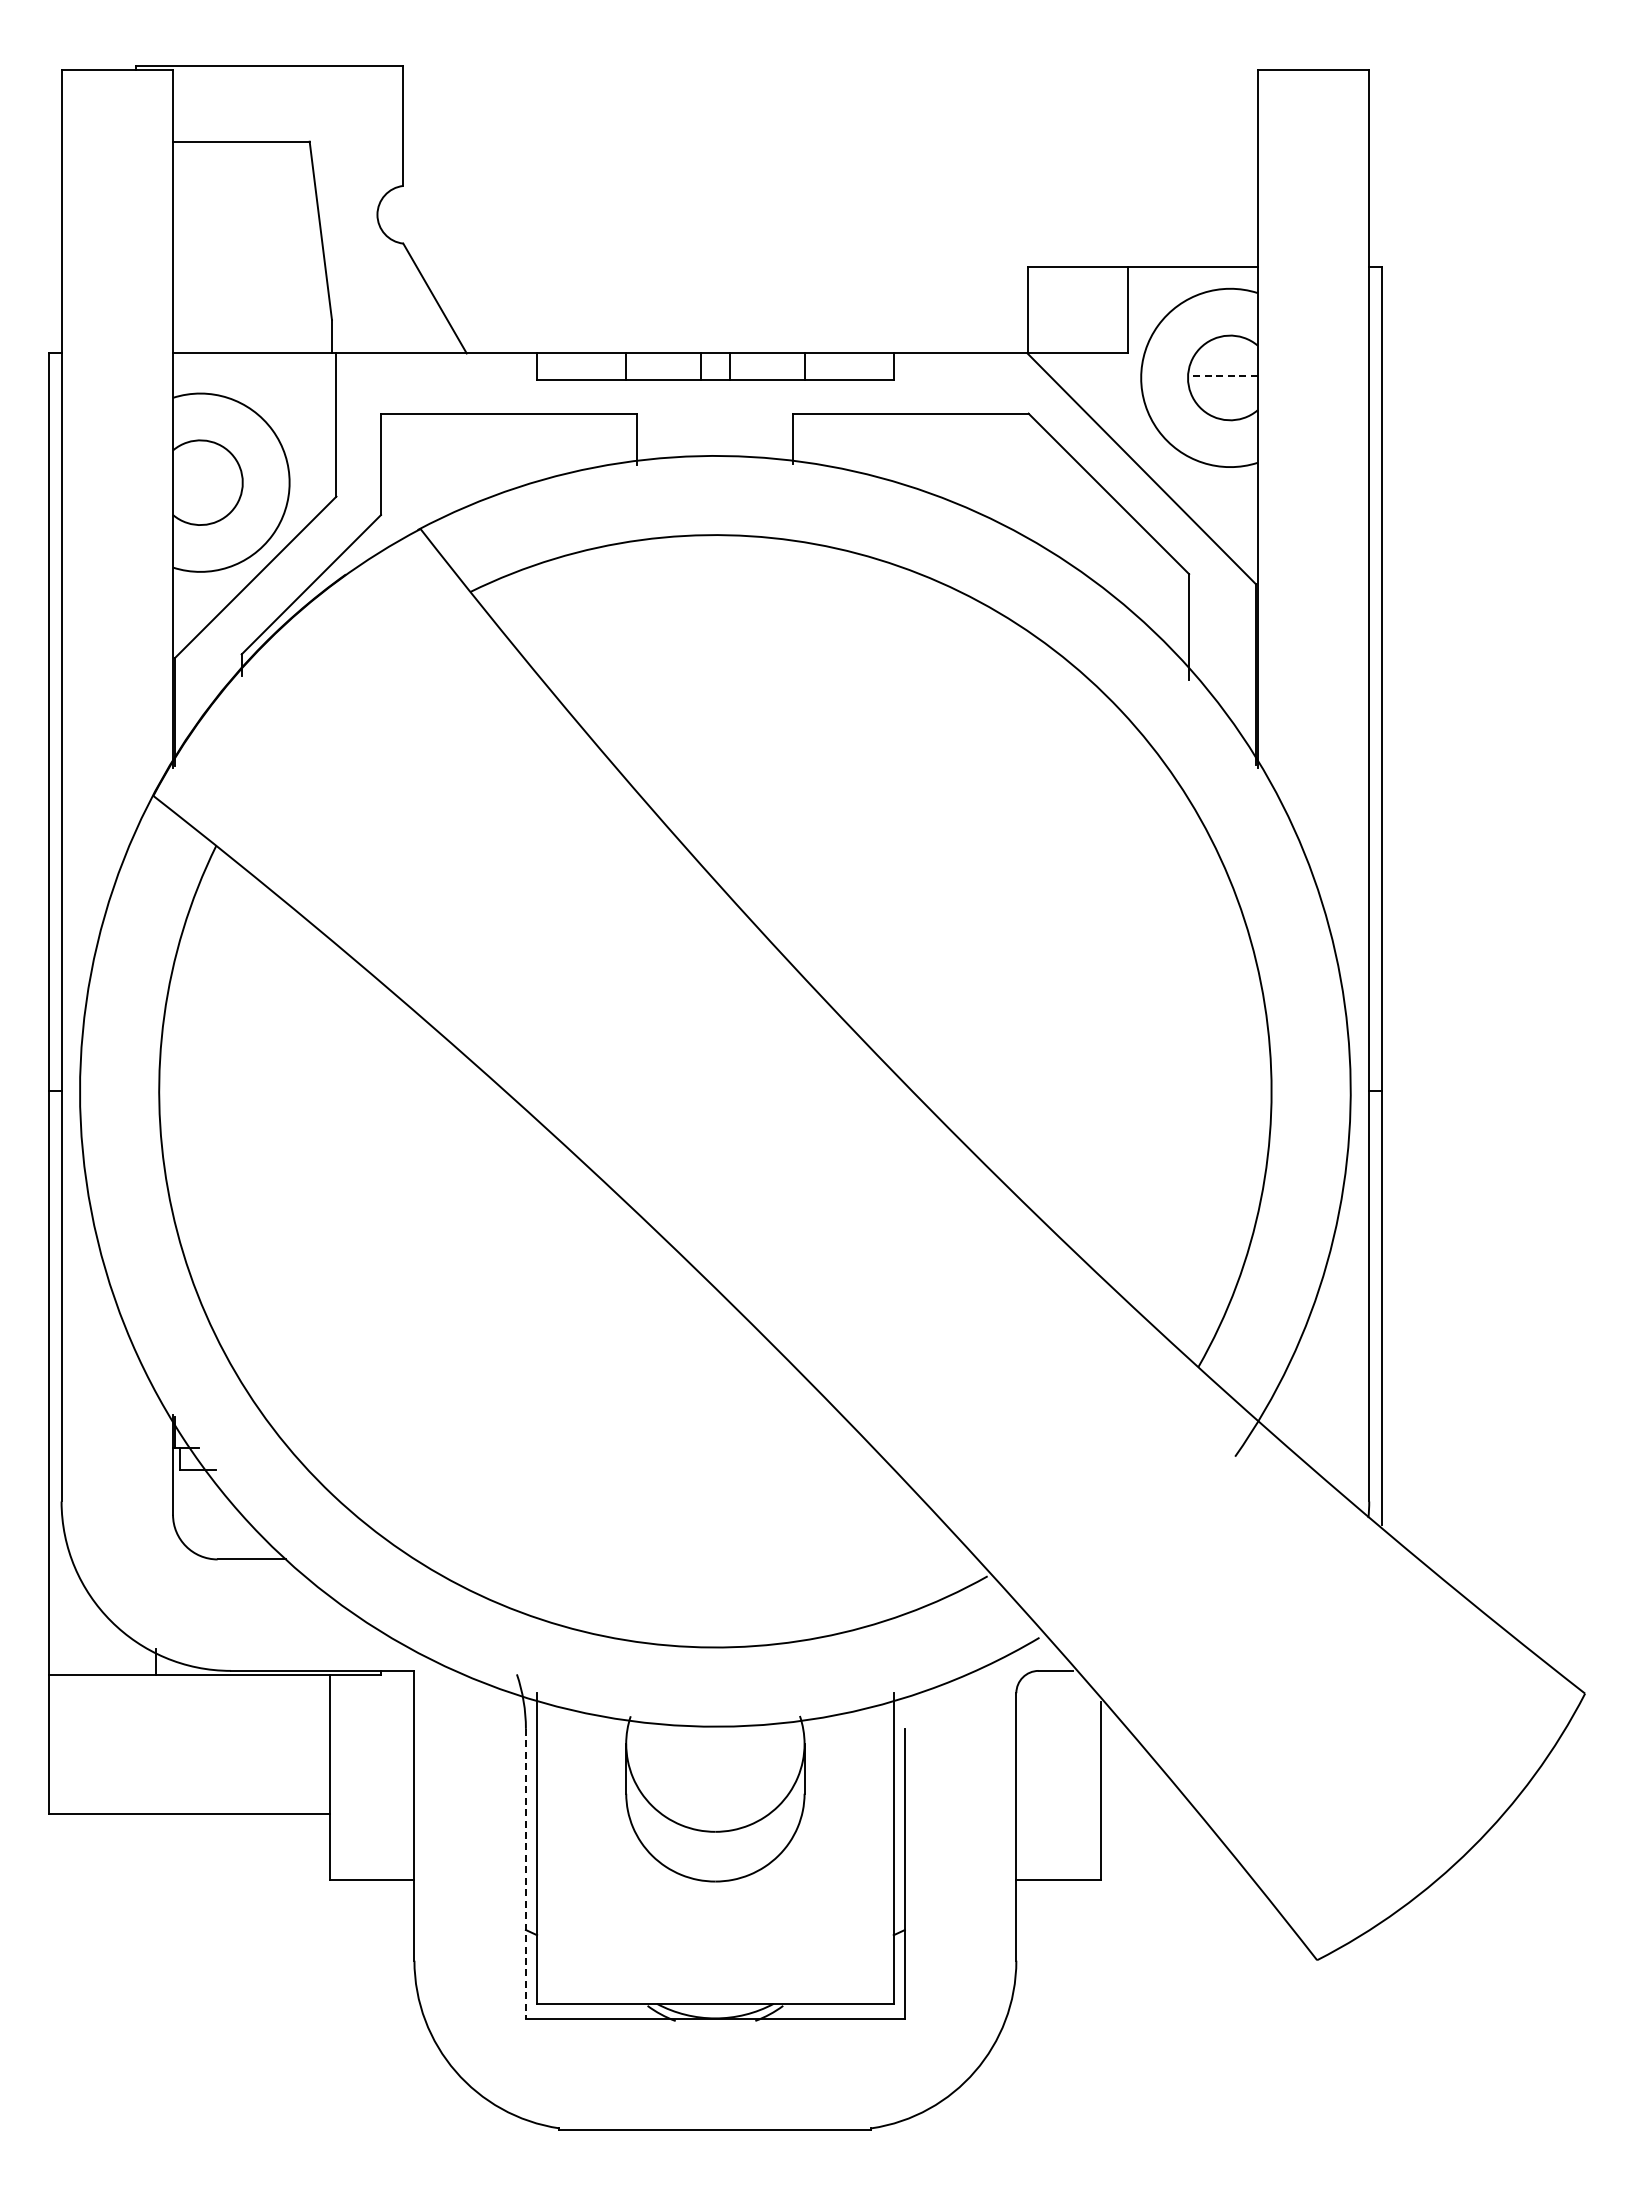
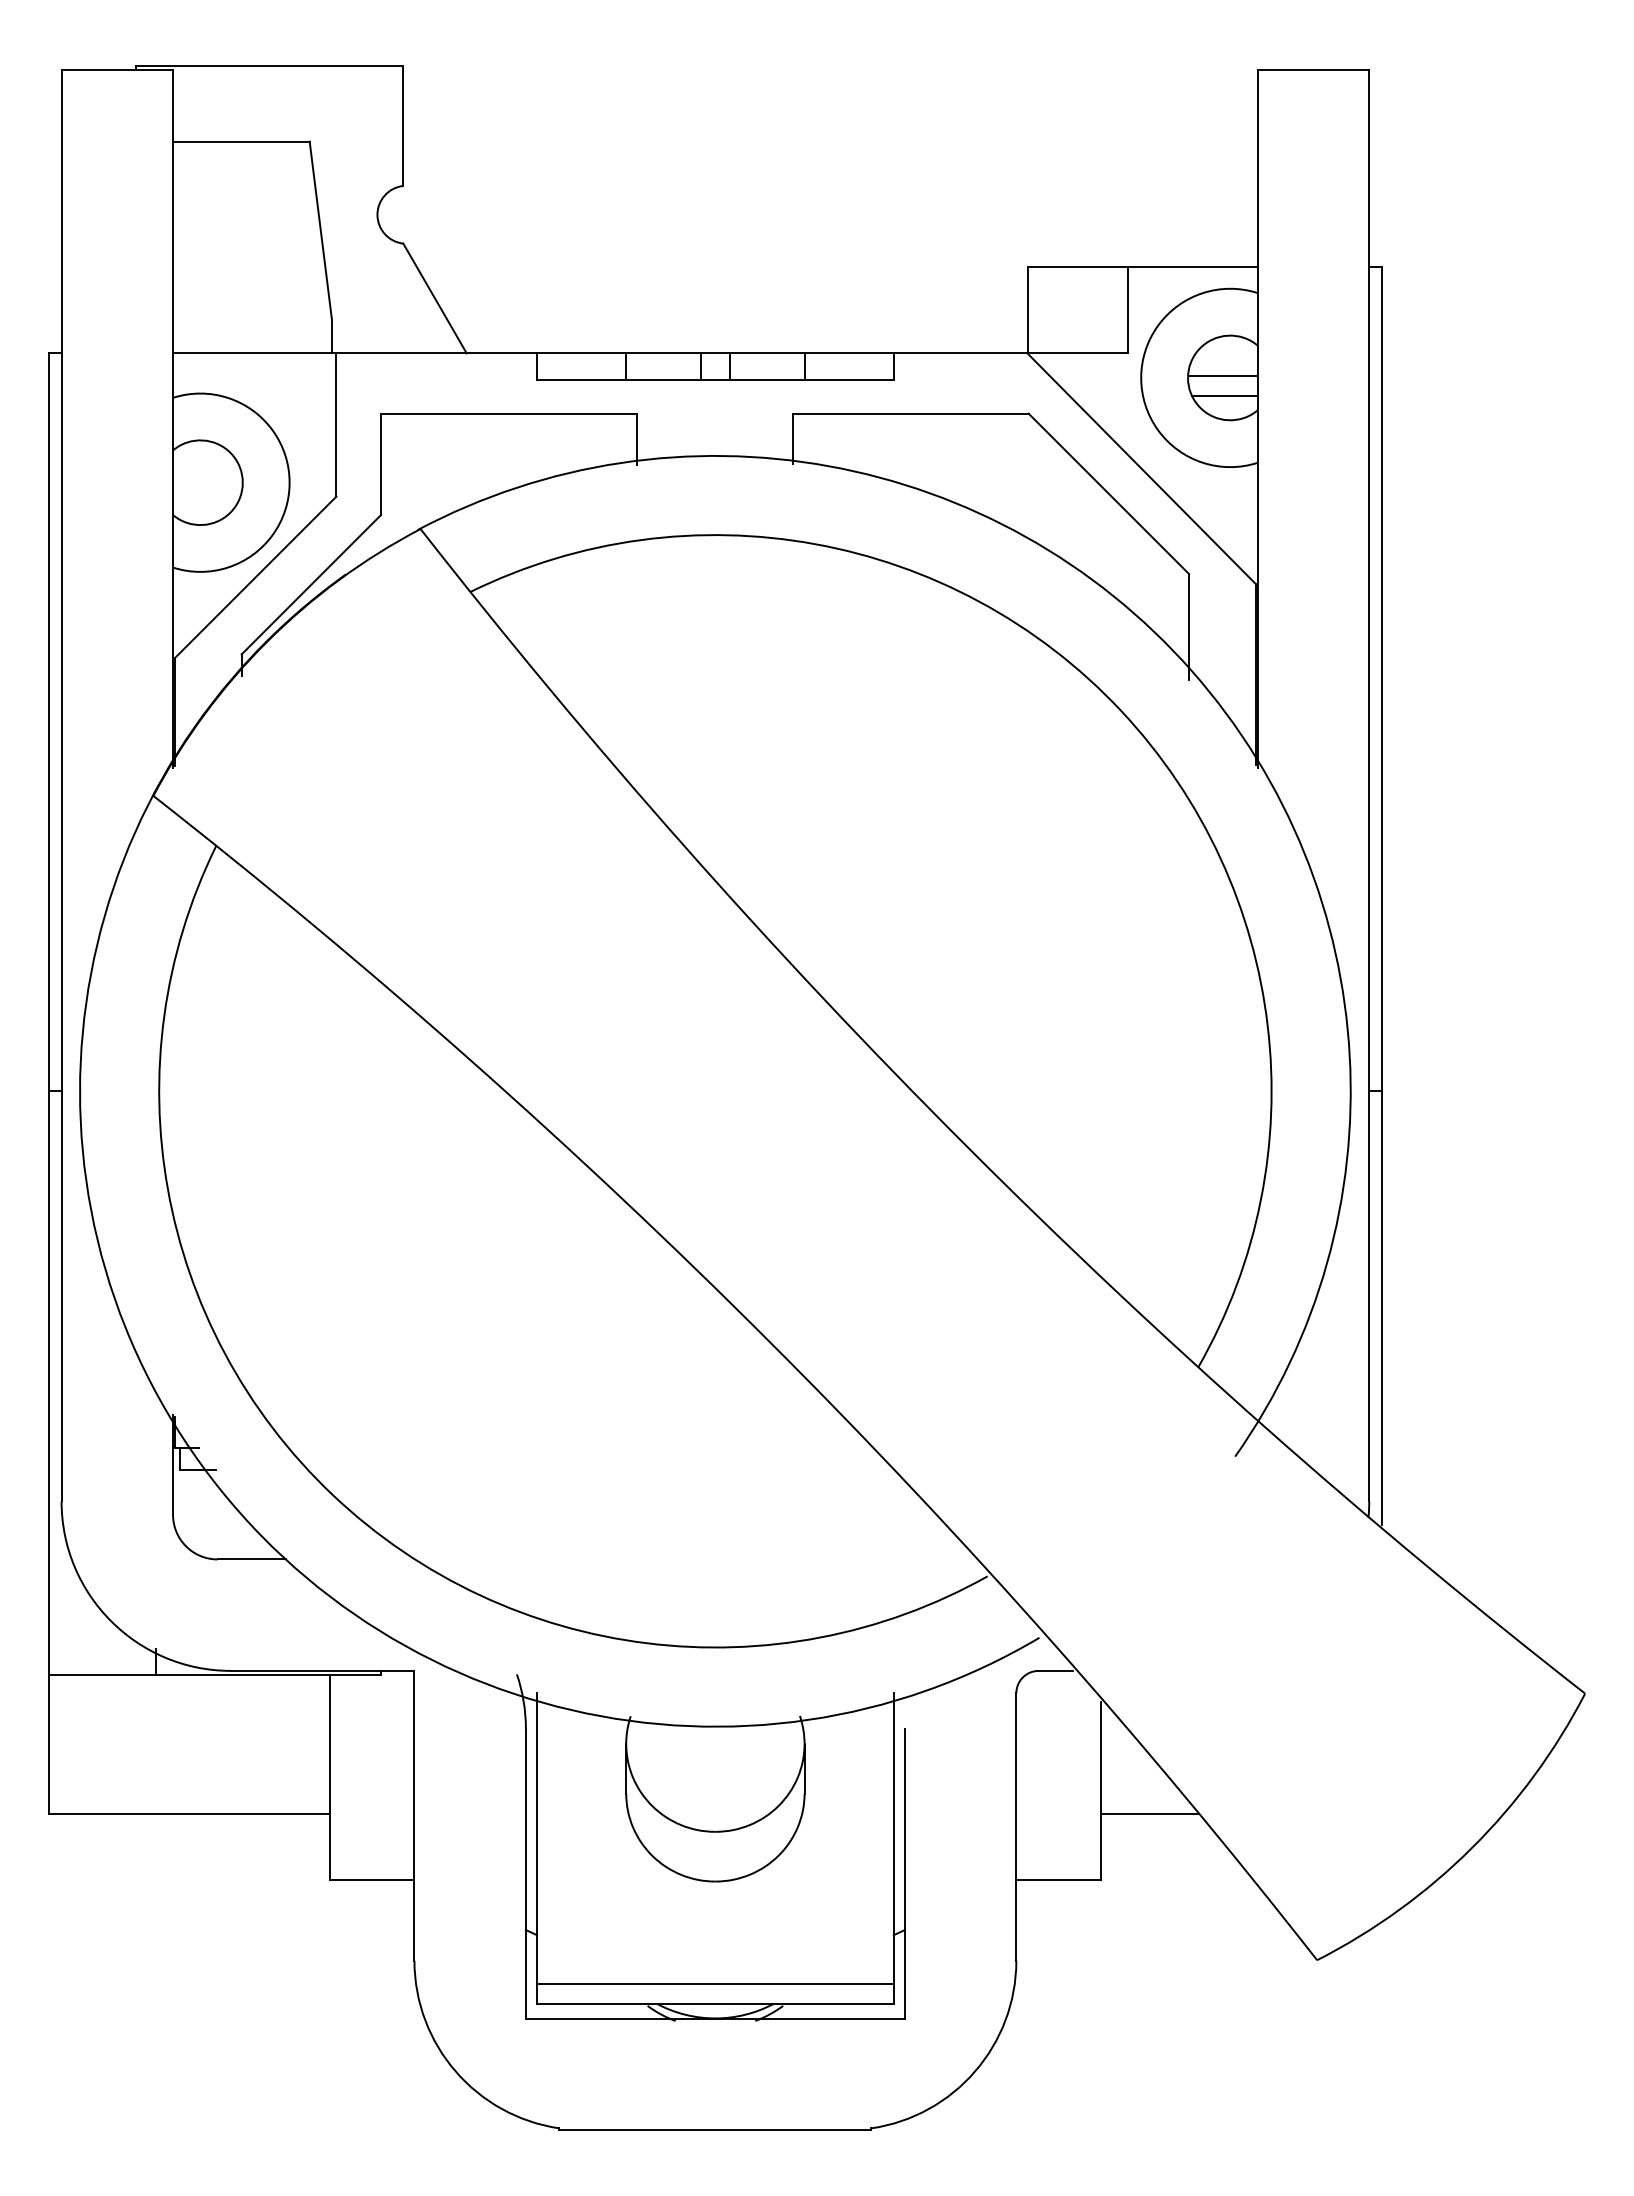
line at (1223, 376): dashed -> solid
line at (1224, 395): none -> present
line at (1149, 1813): none -> present
line at (525, 1873): dashed -> solid
line at (715, 1984): none -> present
